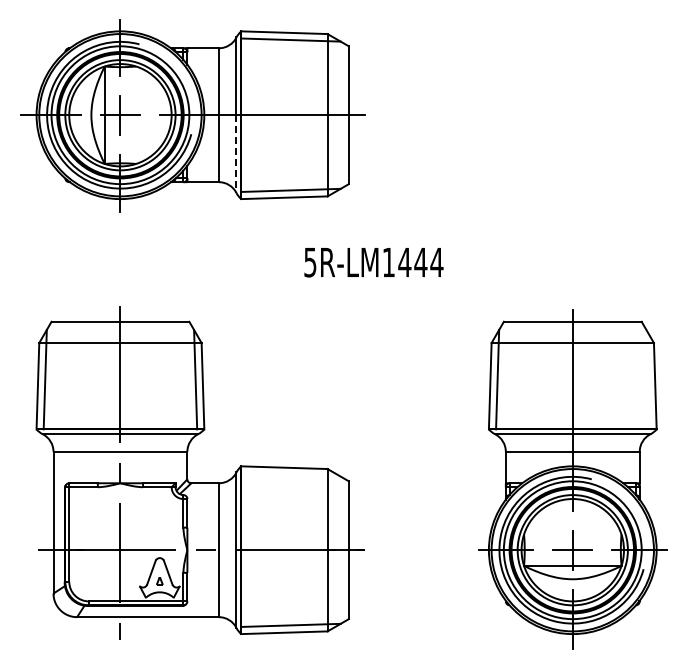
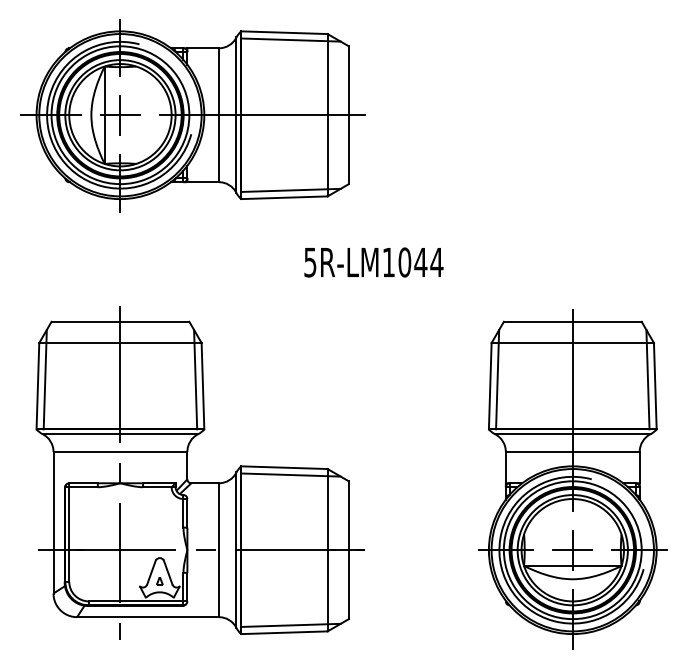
line at (236, 154): dashed -> solid
text at (404, 262): 5R-LM1444 -> 5R-LM1044
line at (647, 379): none -> present
line at (290, 474): none -> present
